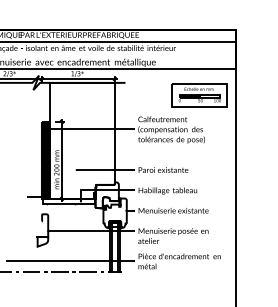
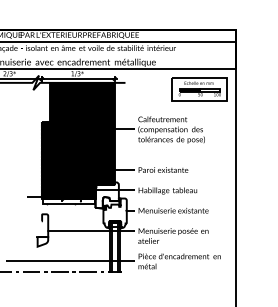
part at (199, 95) position: (199, 95) -> (199, 89)
fill at (81, 140): none -> present
